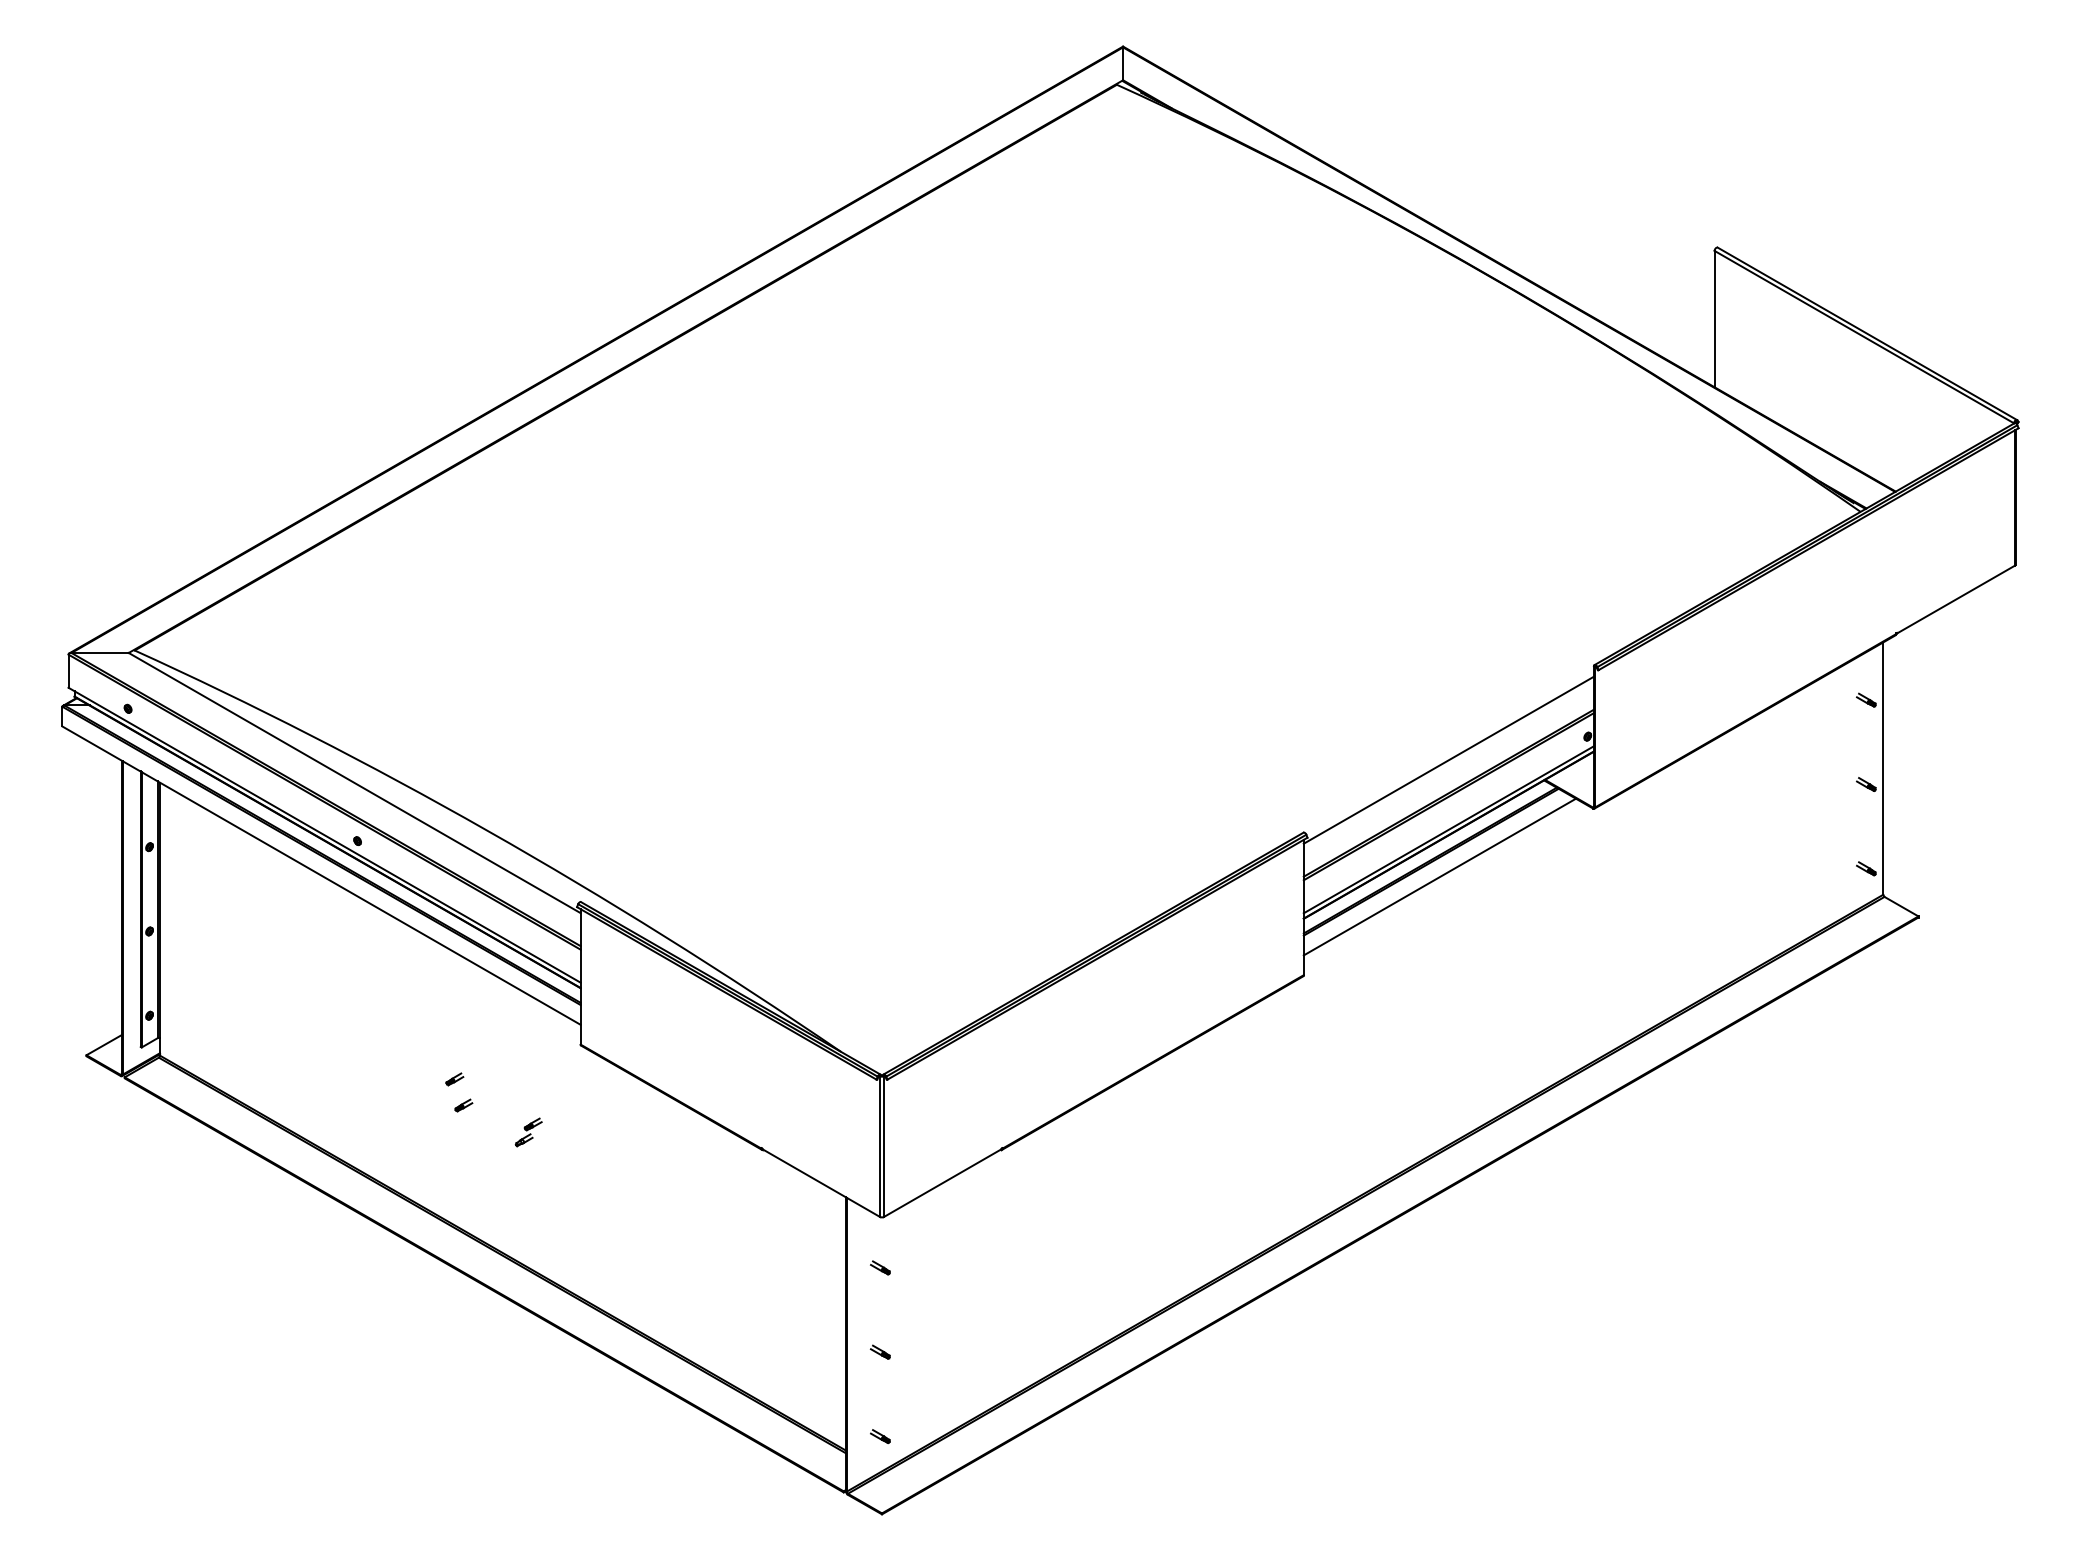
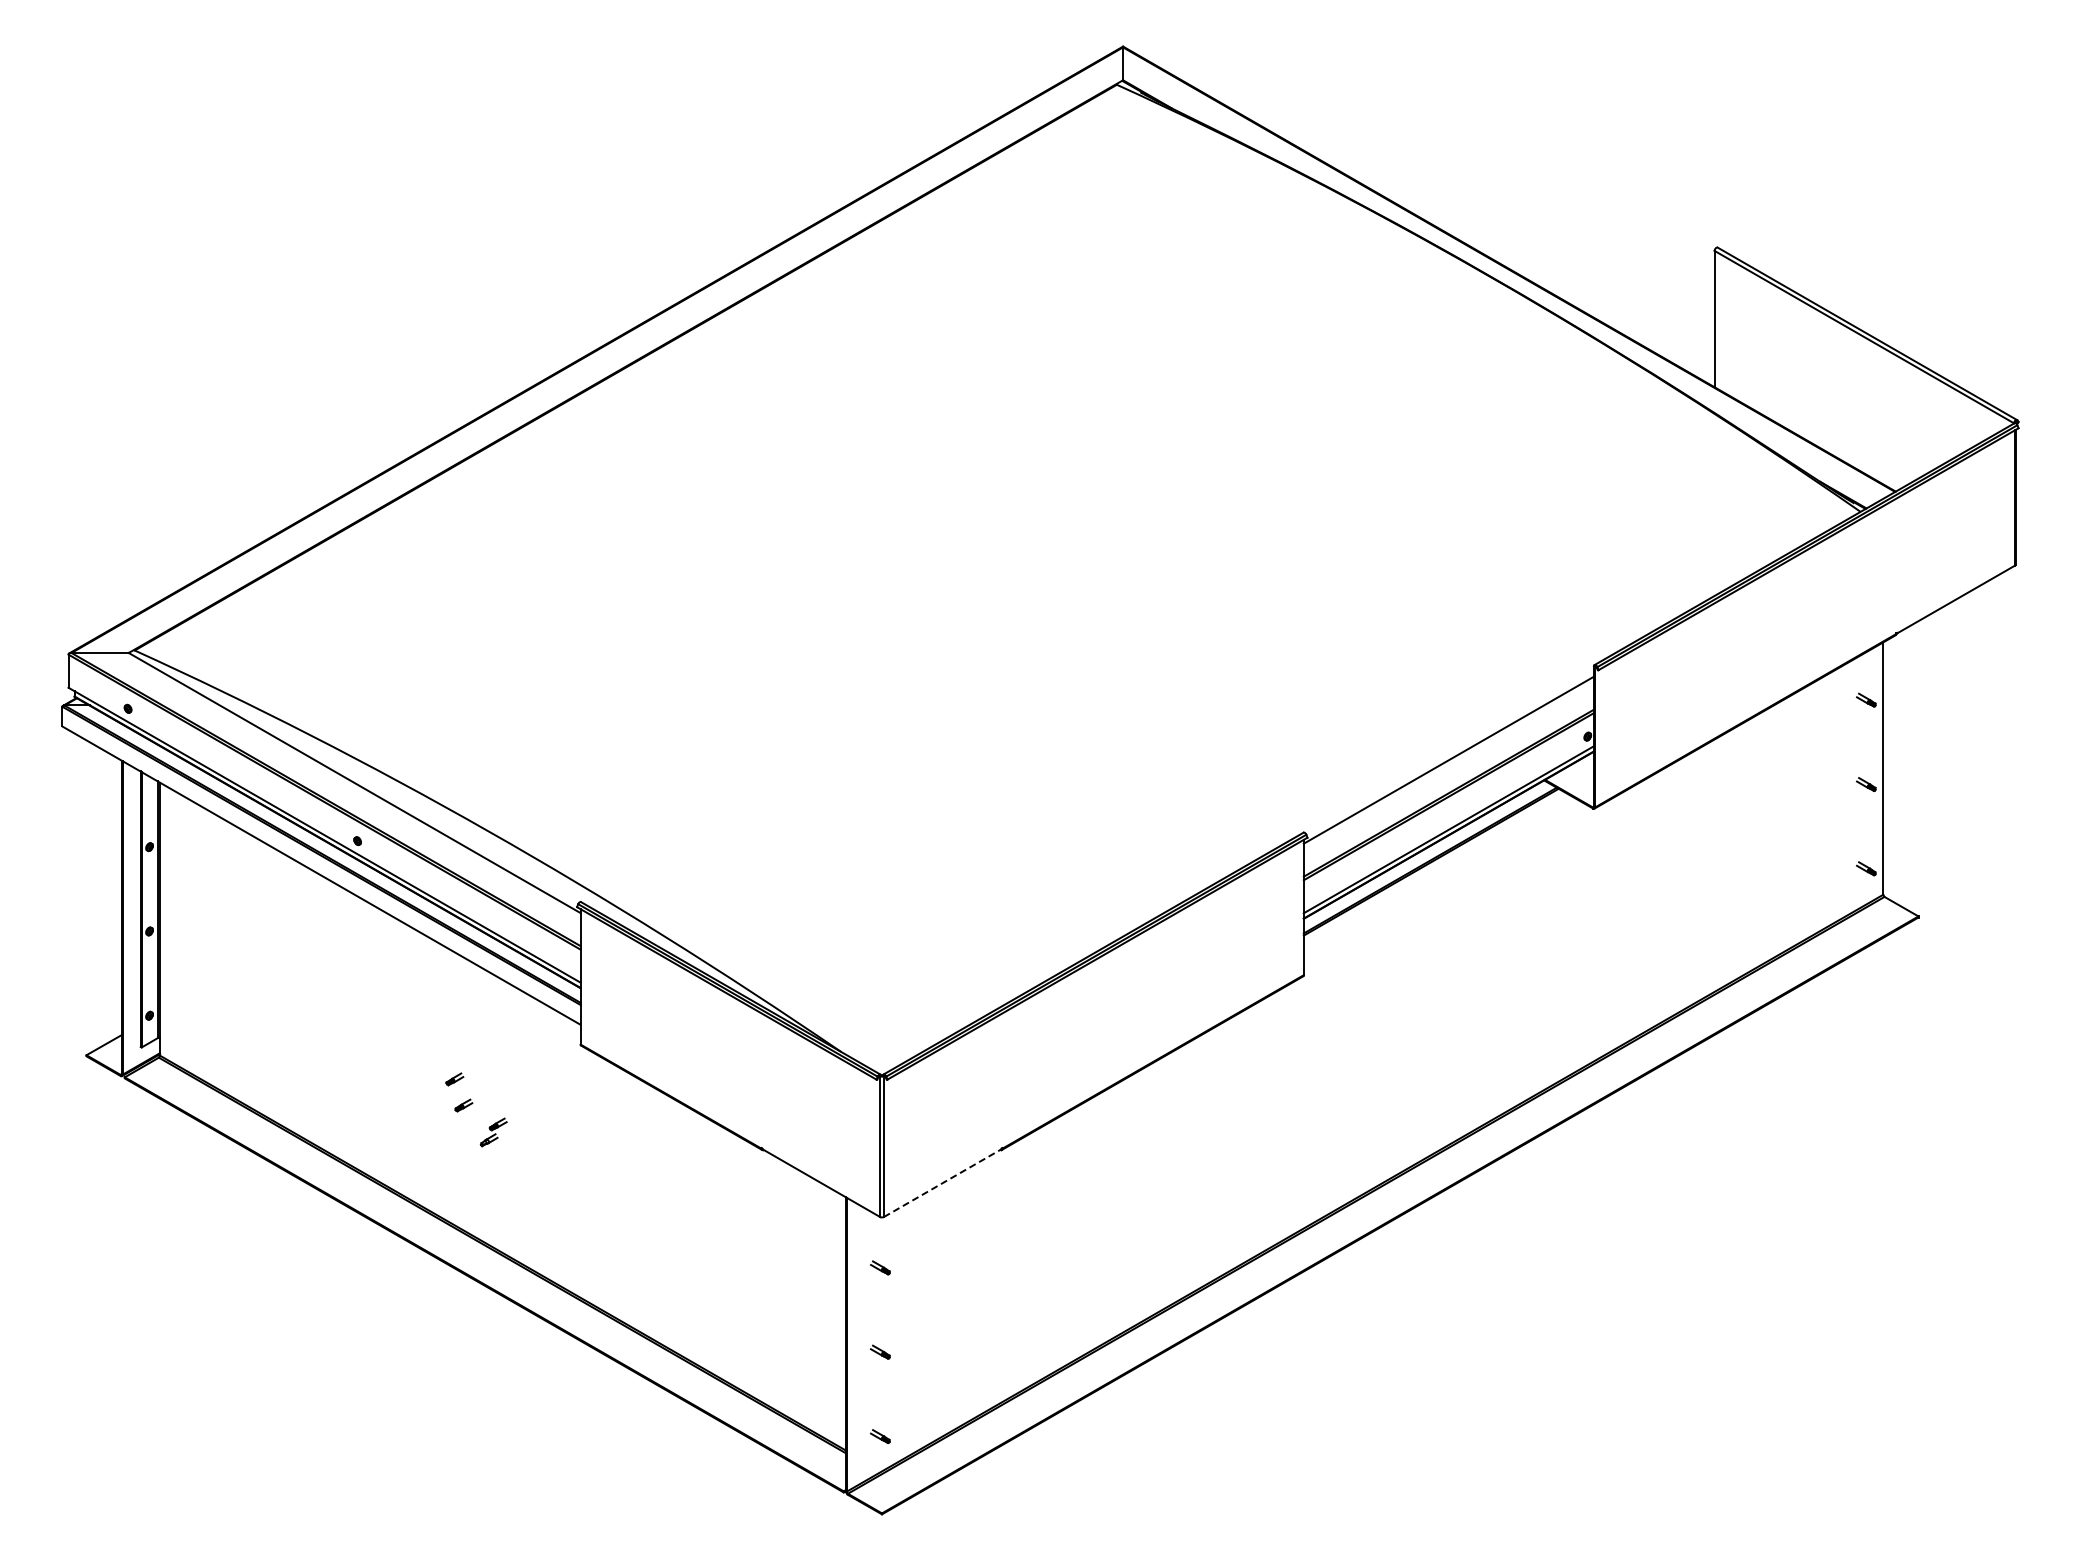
line at (1439, 876): present -> none
part at (528, 1132) position: (528, 1132) -> (493, 1132)
line at (942, 1183): solid -> dashed
